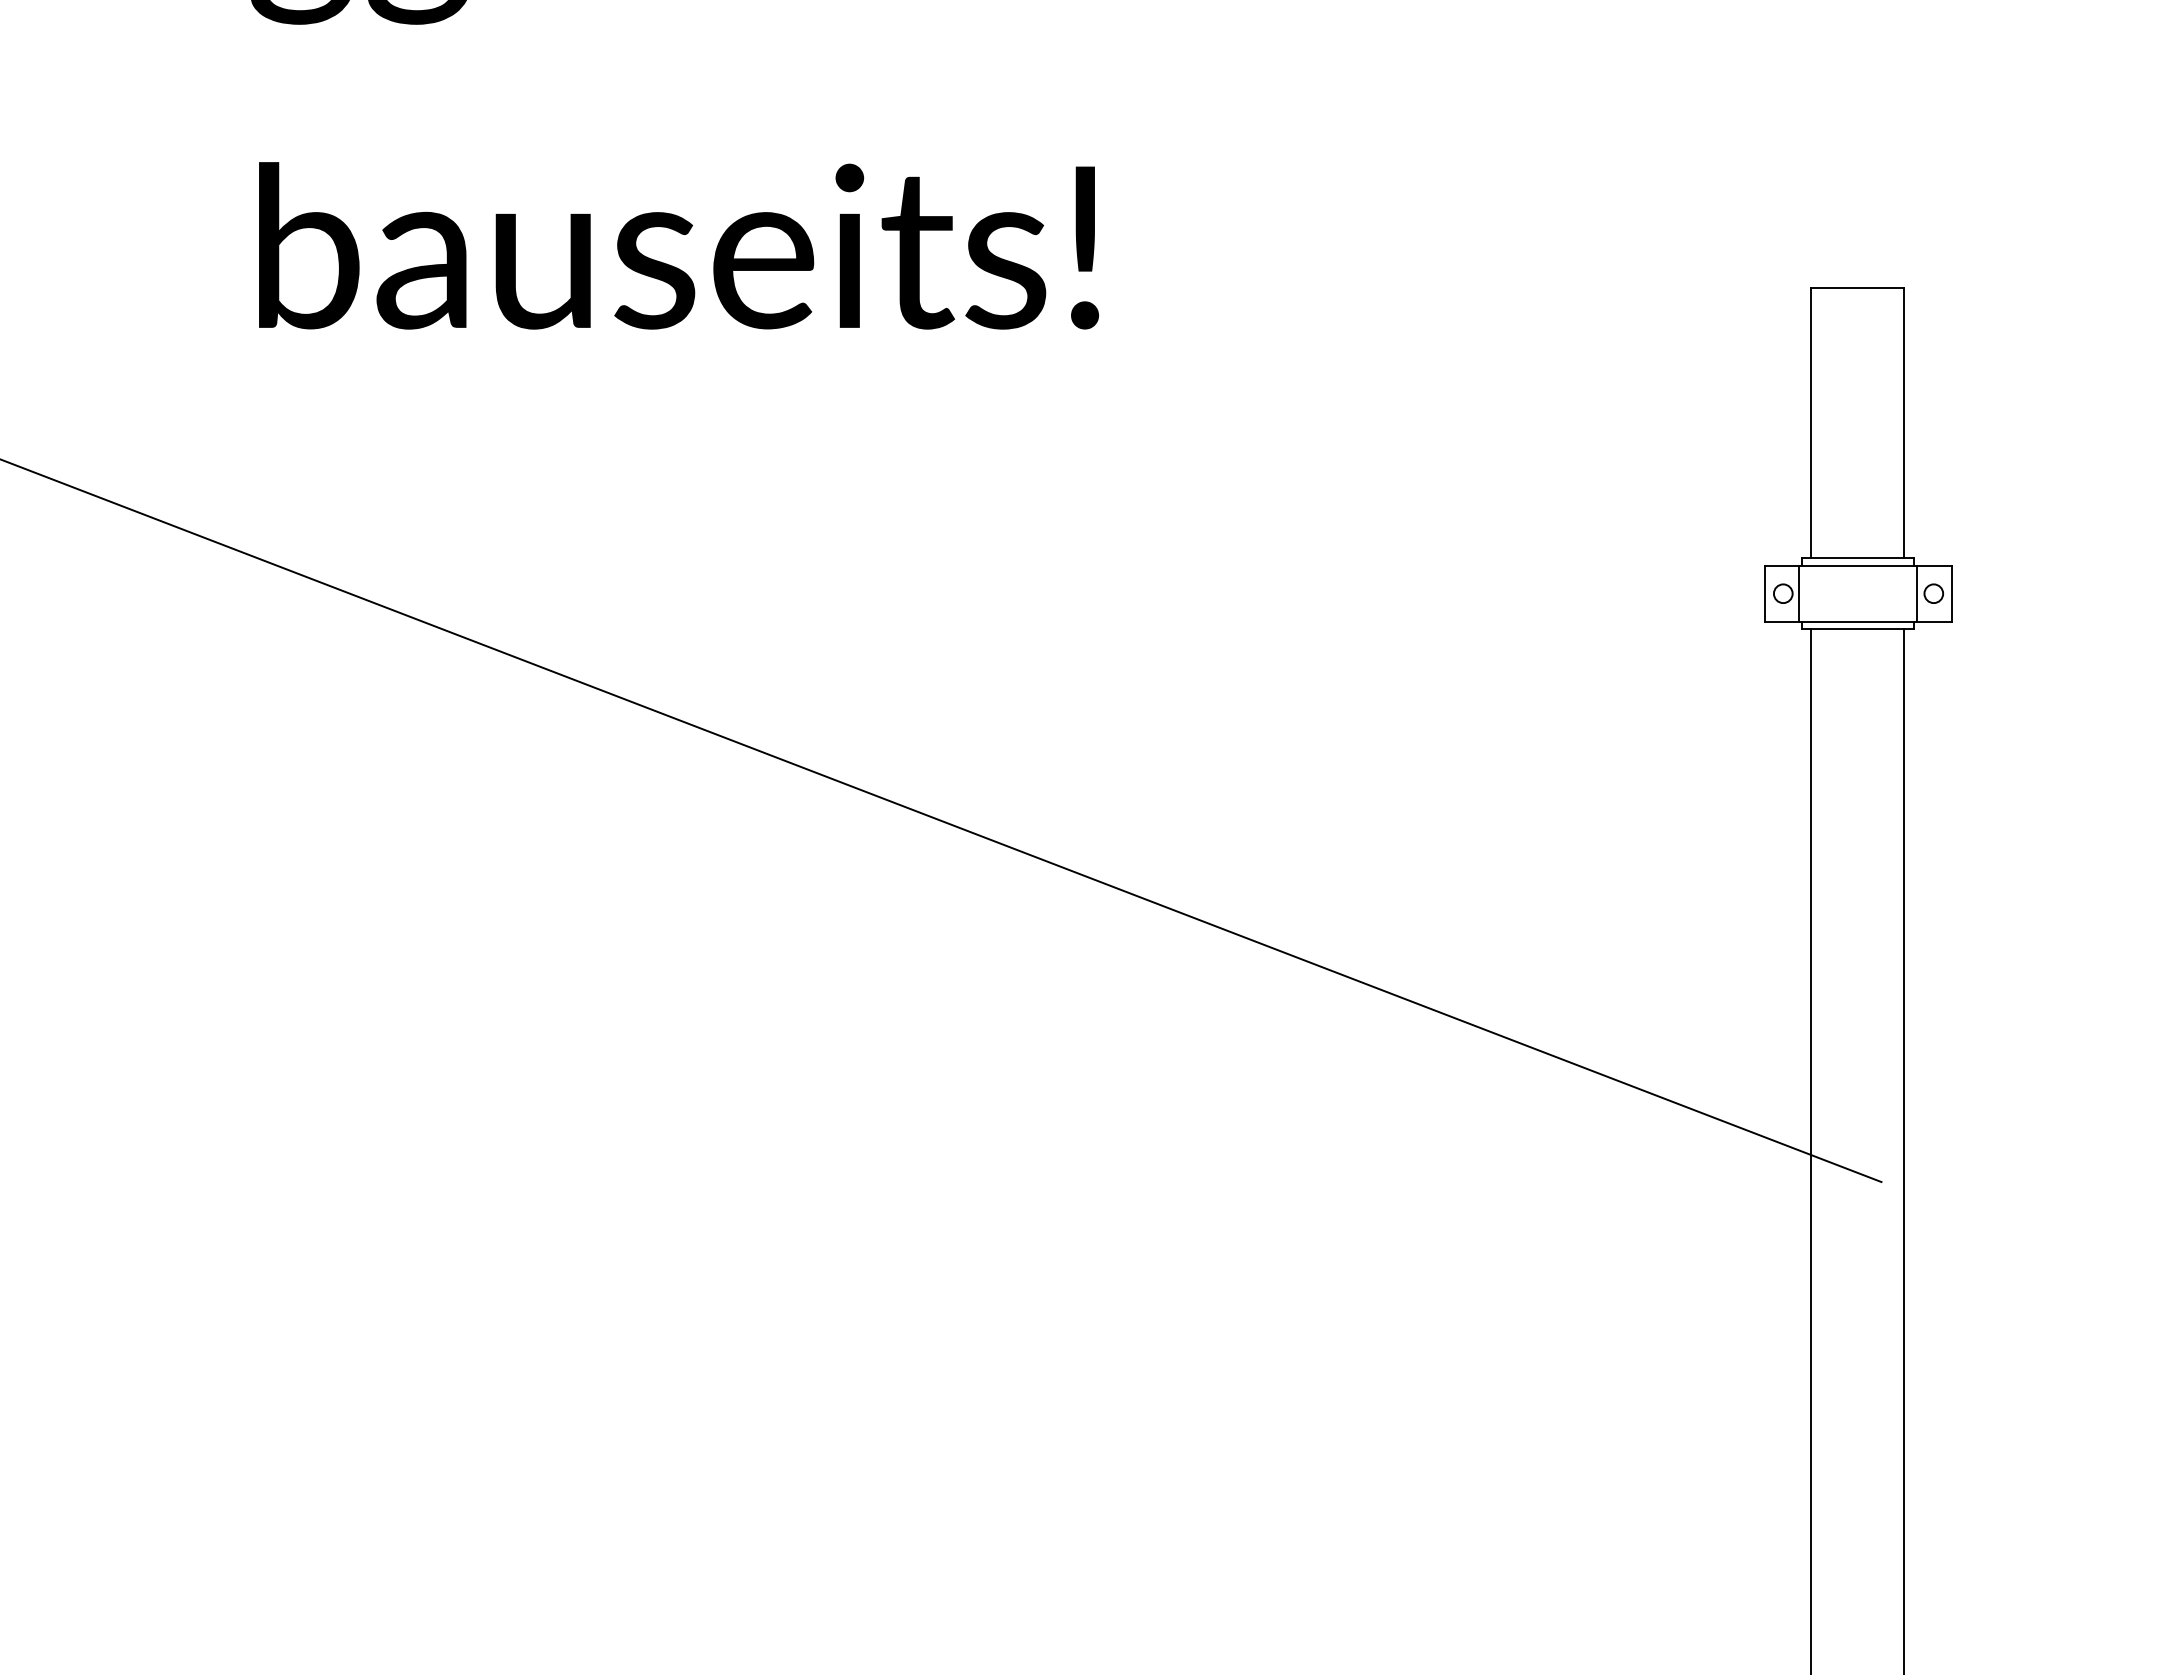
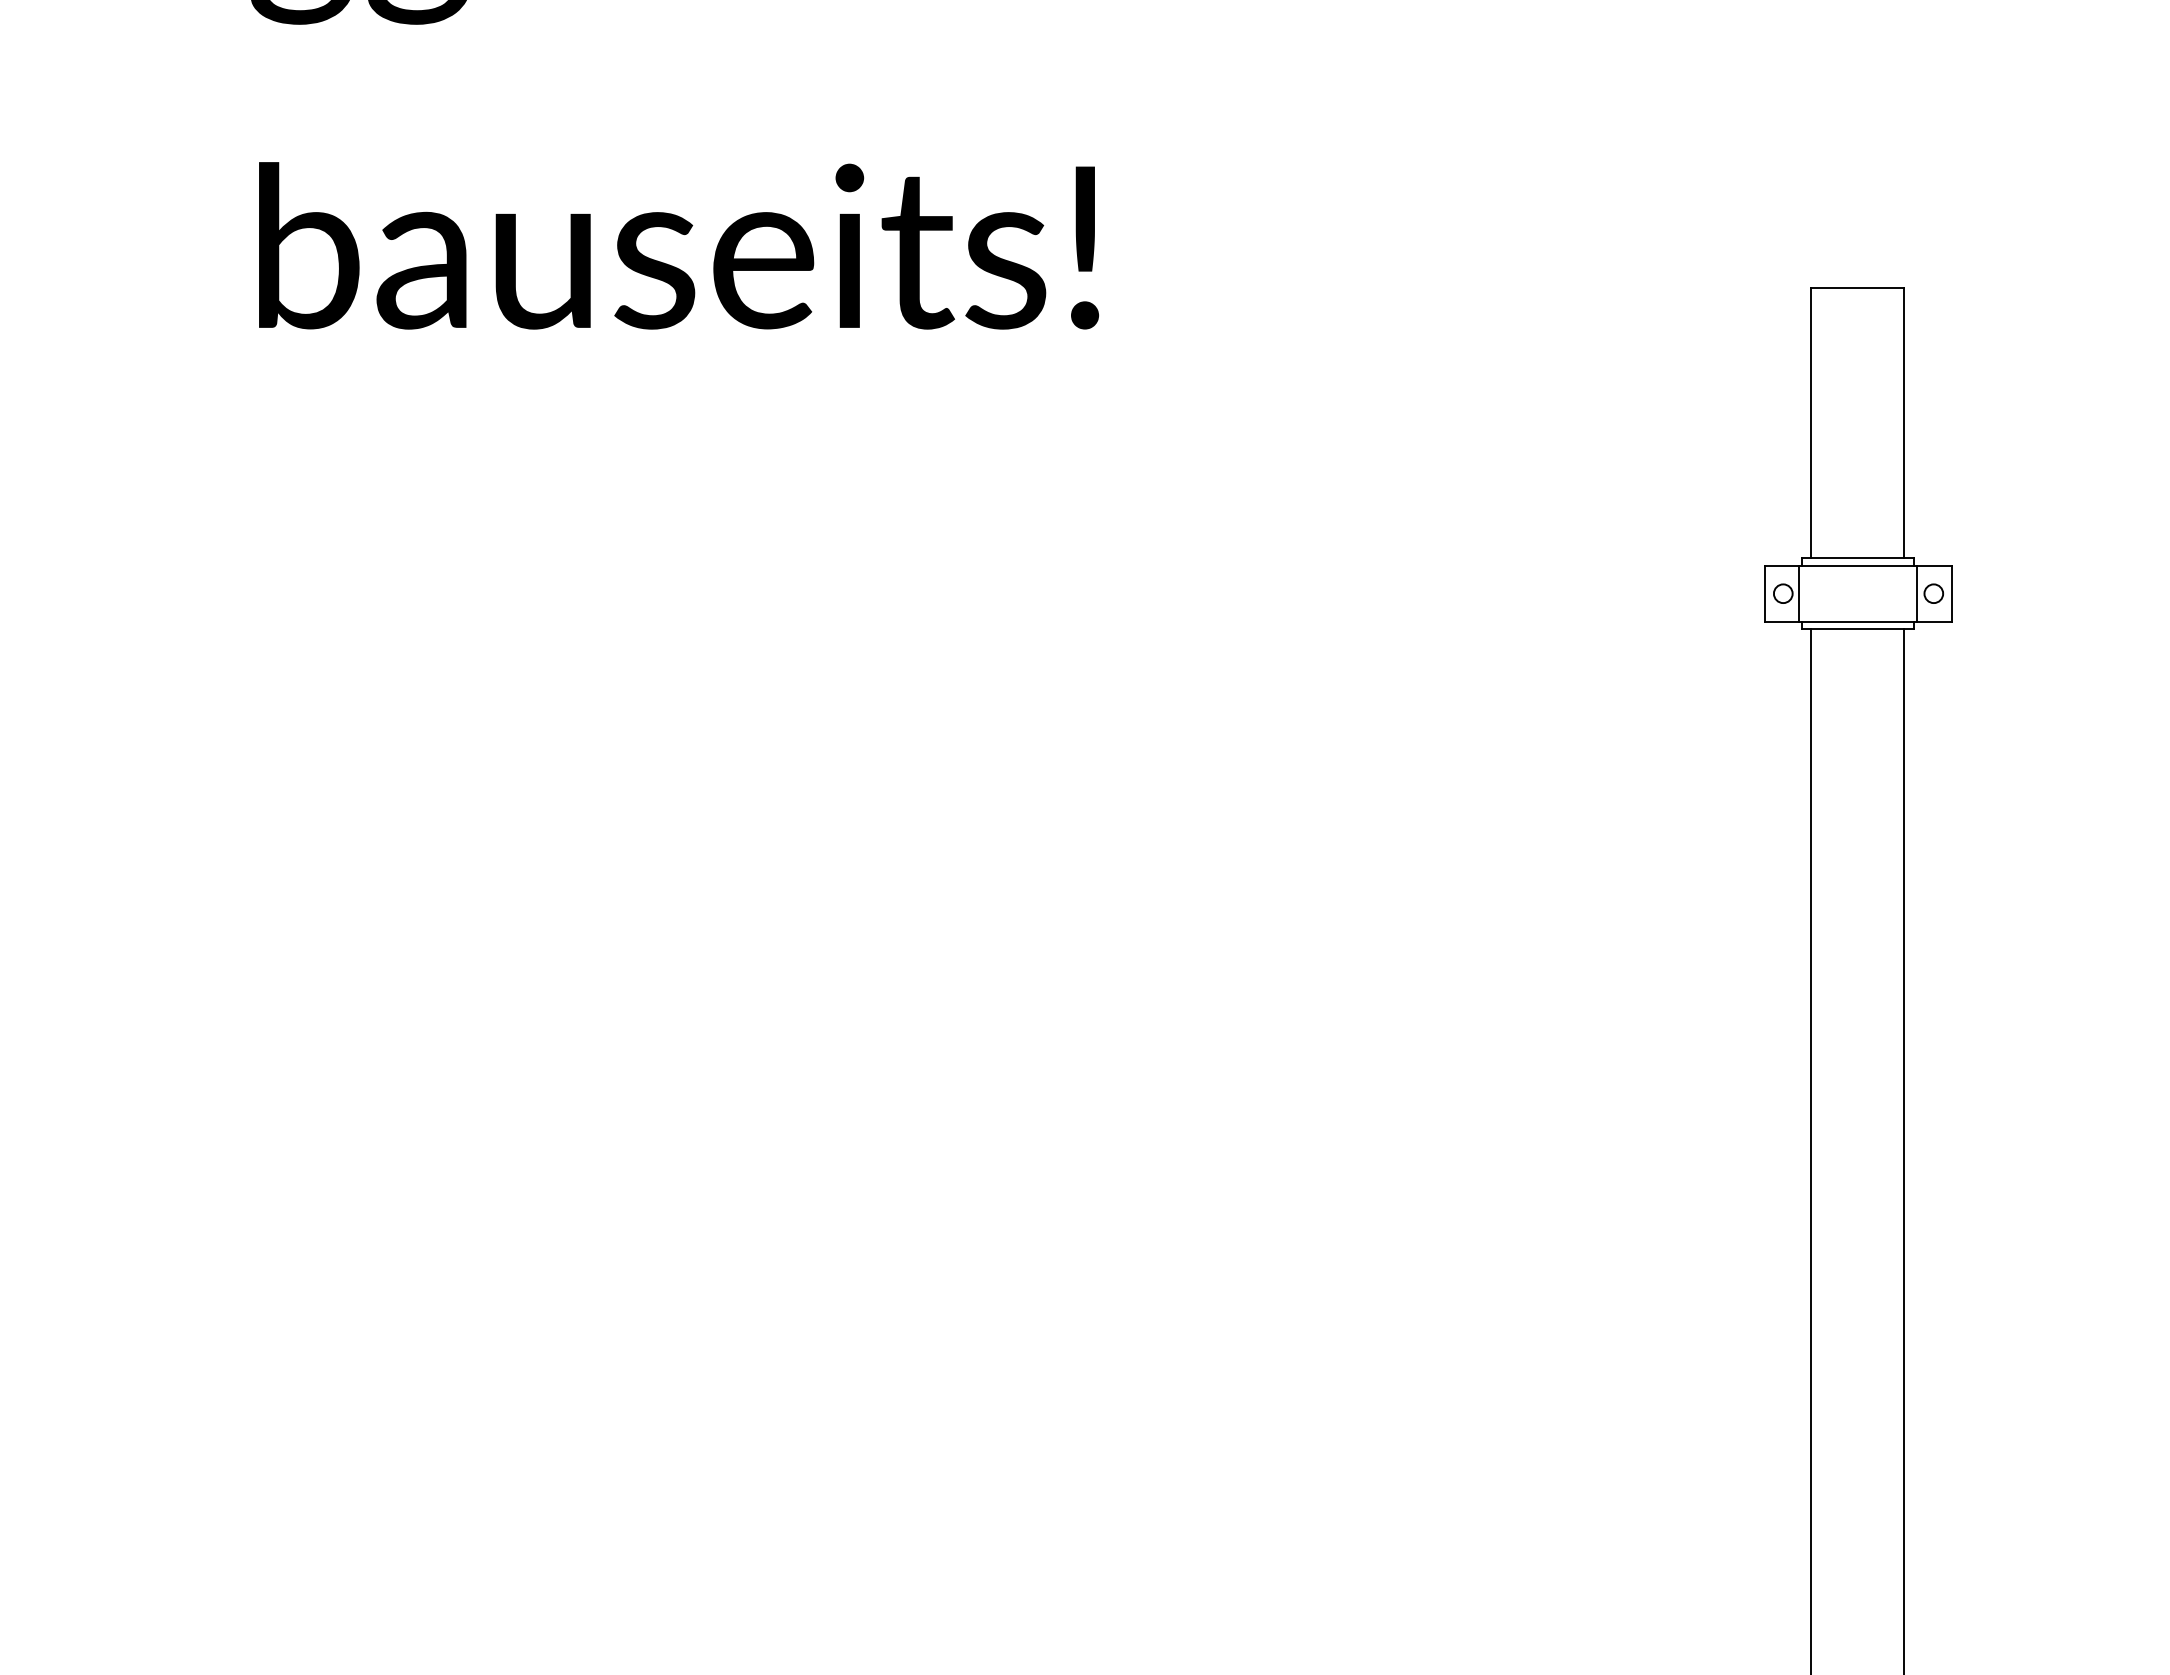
line at (941, 821): present -> none
